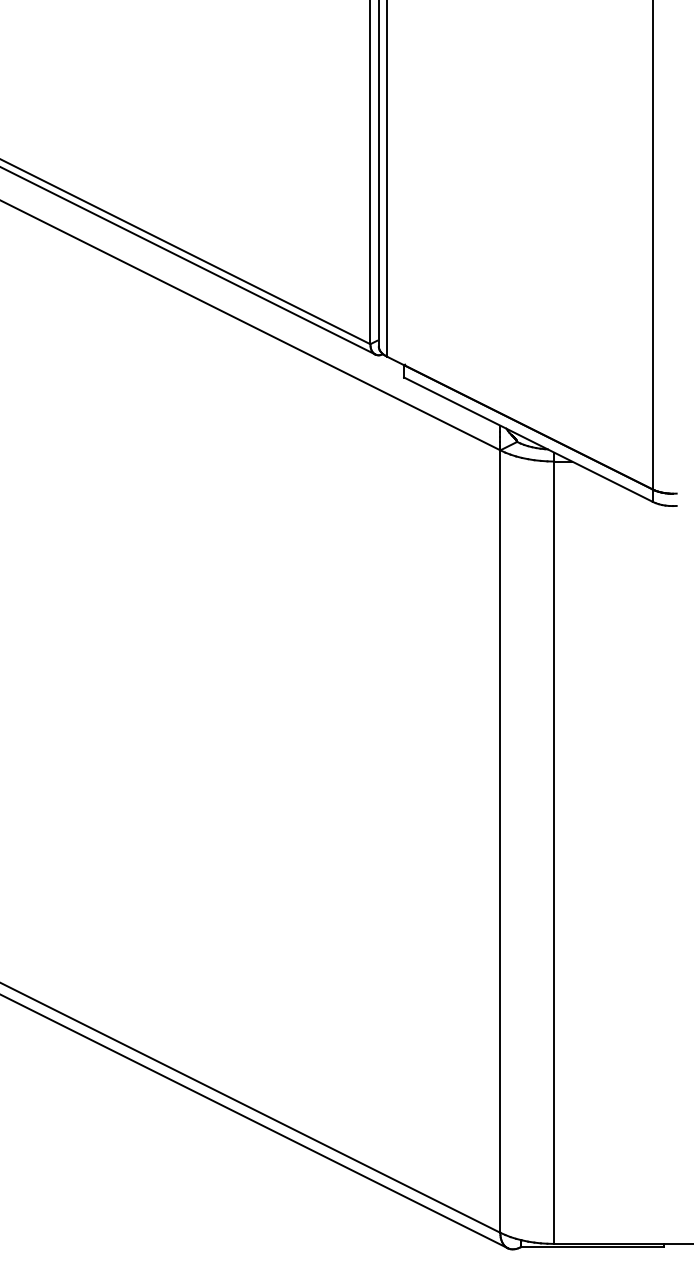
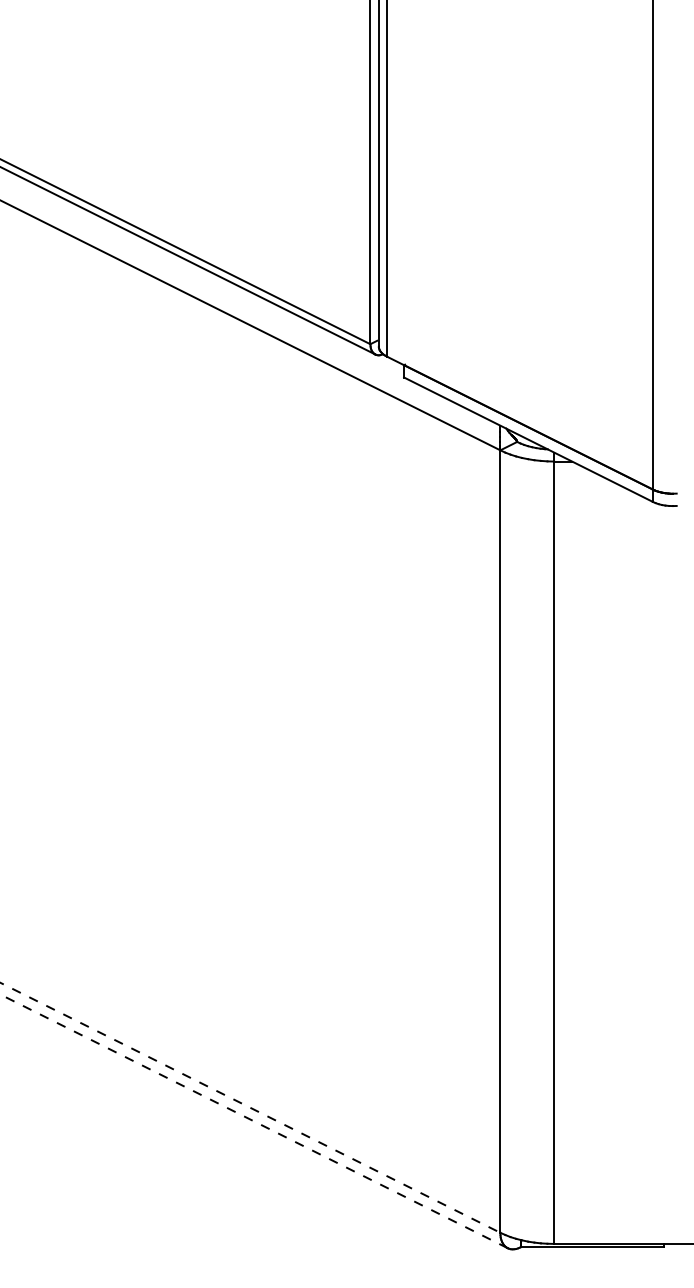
line at (250, 1108): solid -> dashed
line at (253, 1121): solid -> dashed
